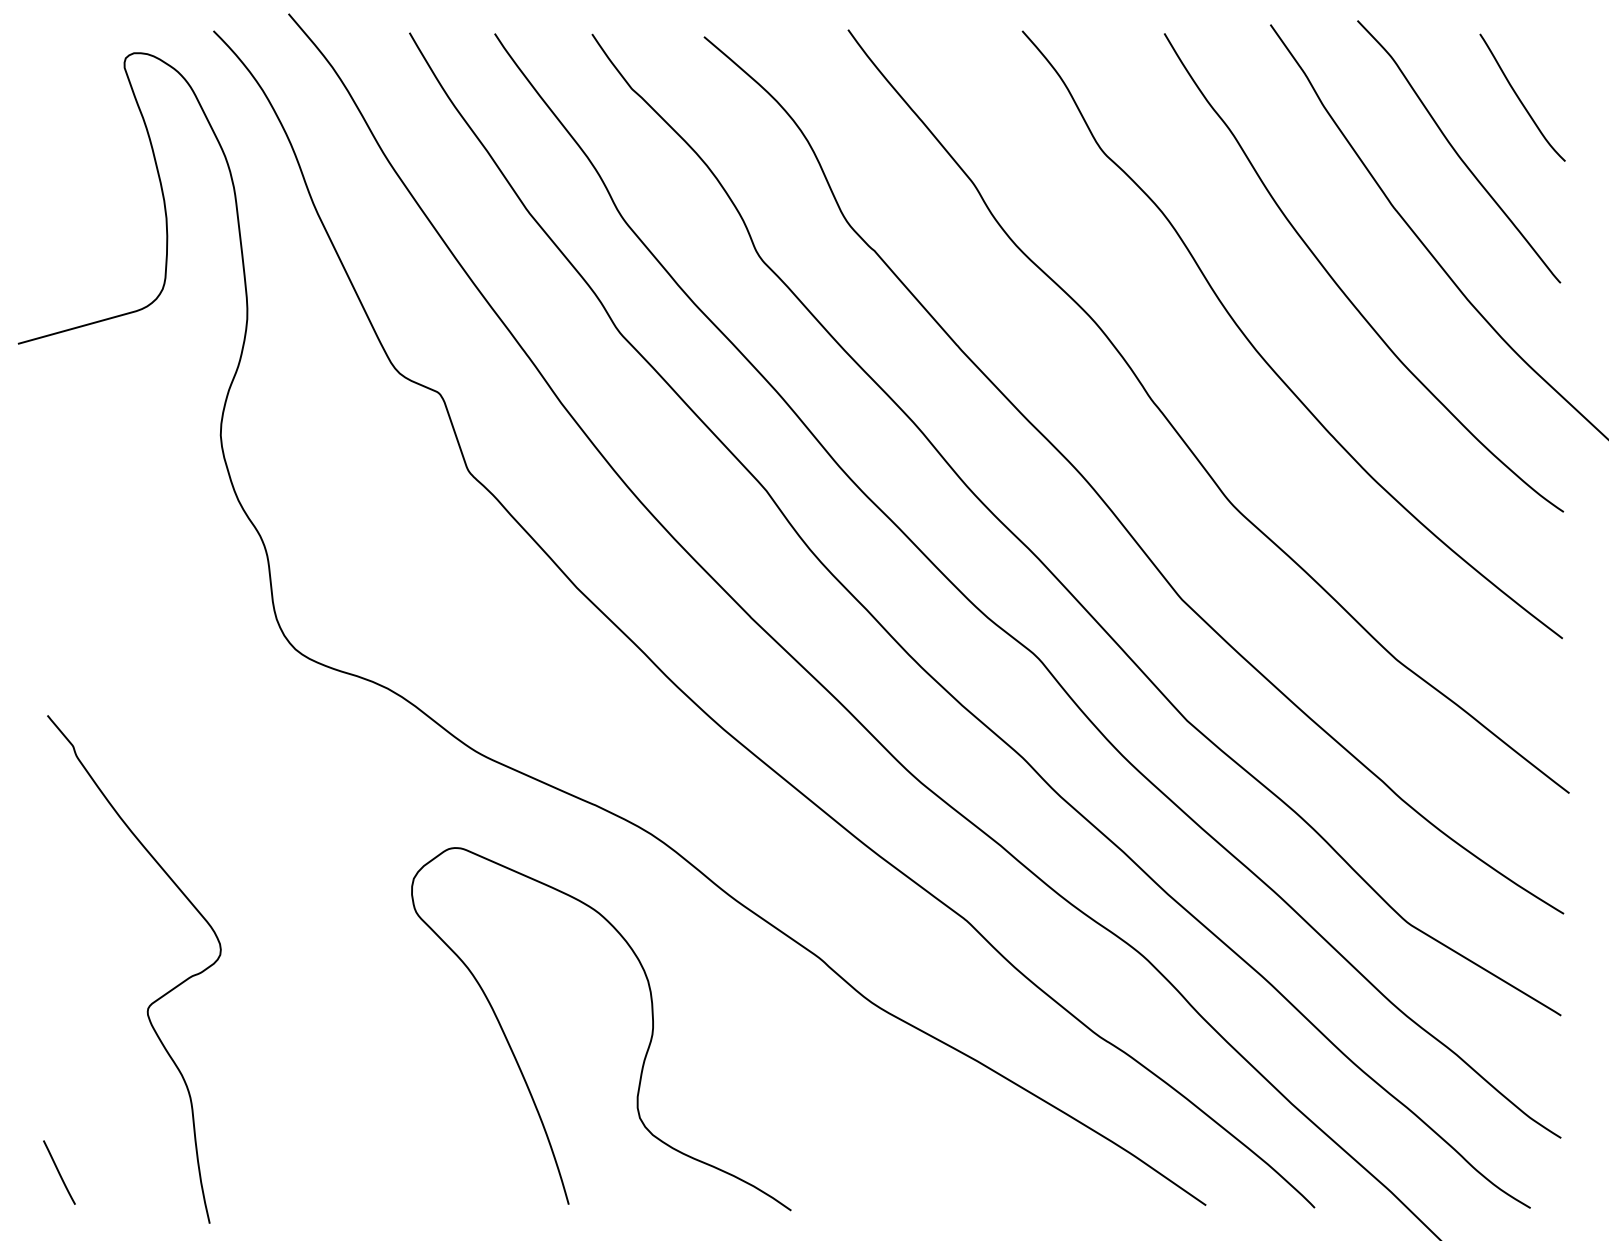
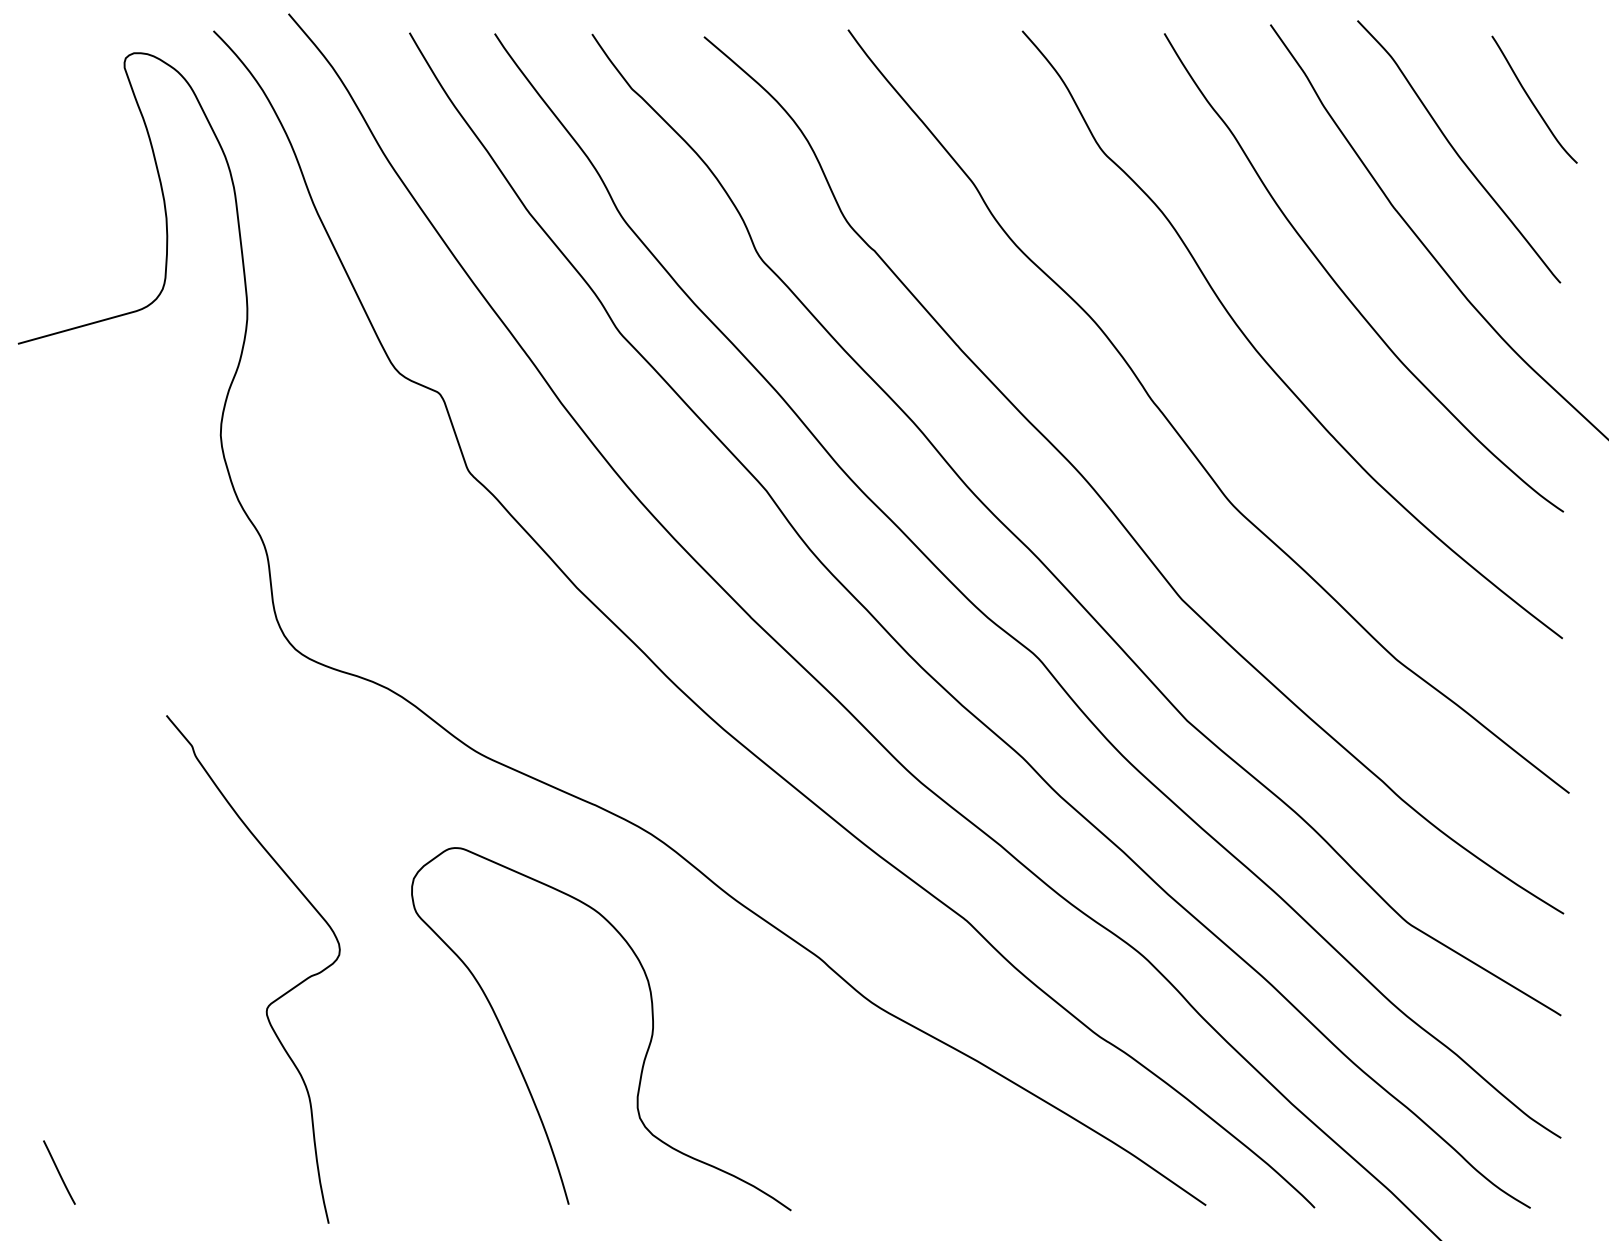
curve at (1520, 99) position: (1520, 99) -> (1532, 101)
curve at (154, 1000) position: (154, 1000) -> (273, 1000)
